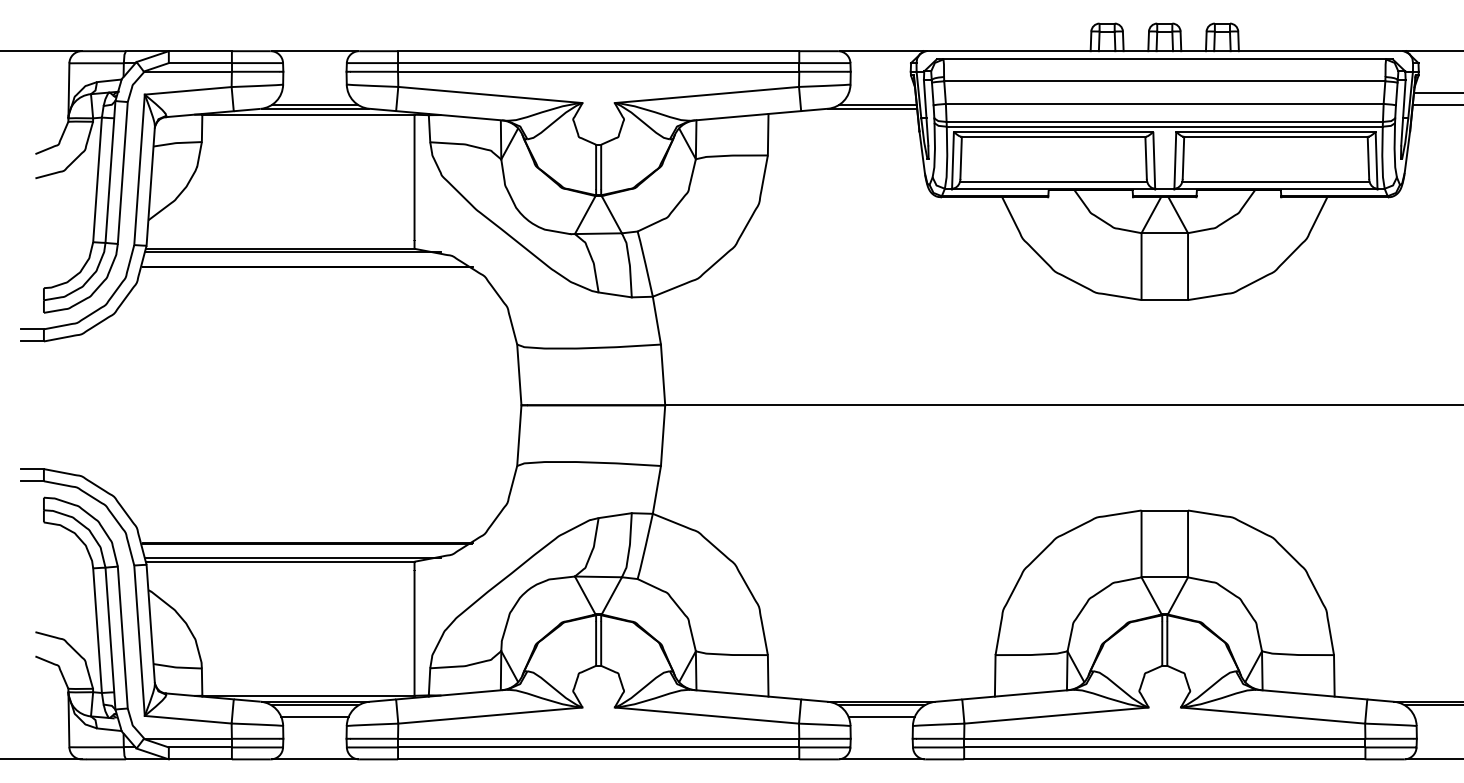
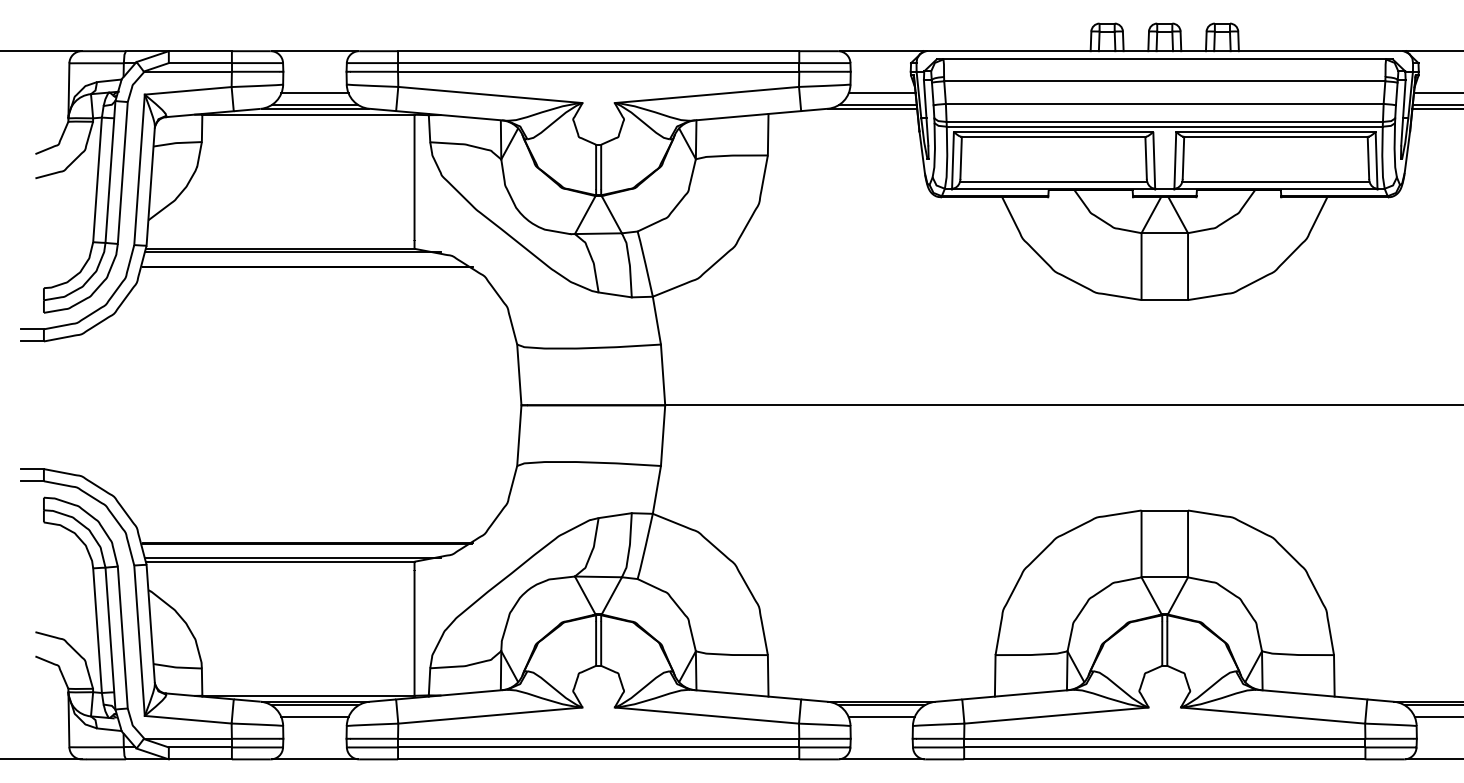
line at (314, 93): none -> present
line at (881, 93): none -> present
line at (1436, 108): none -> present
line at (1437, 717): none -> present
